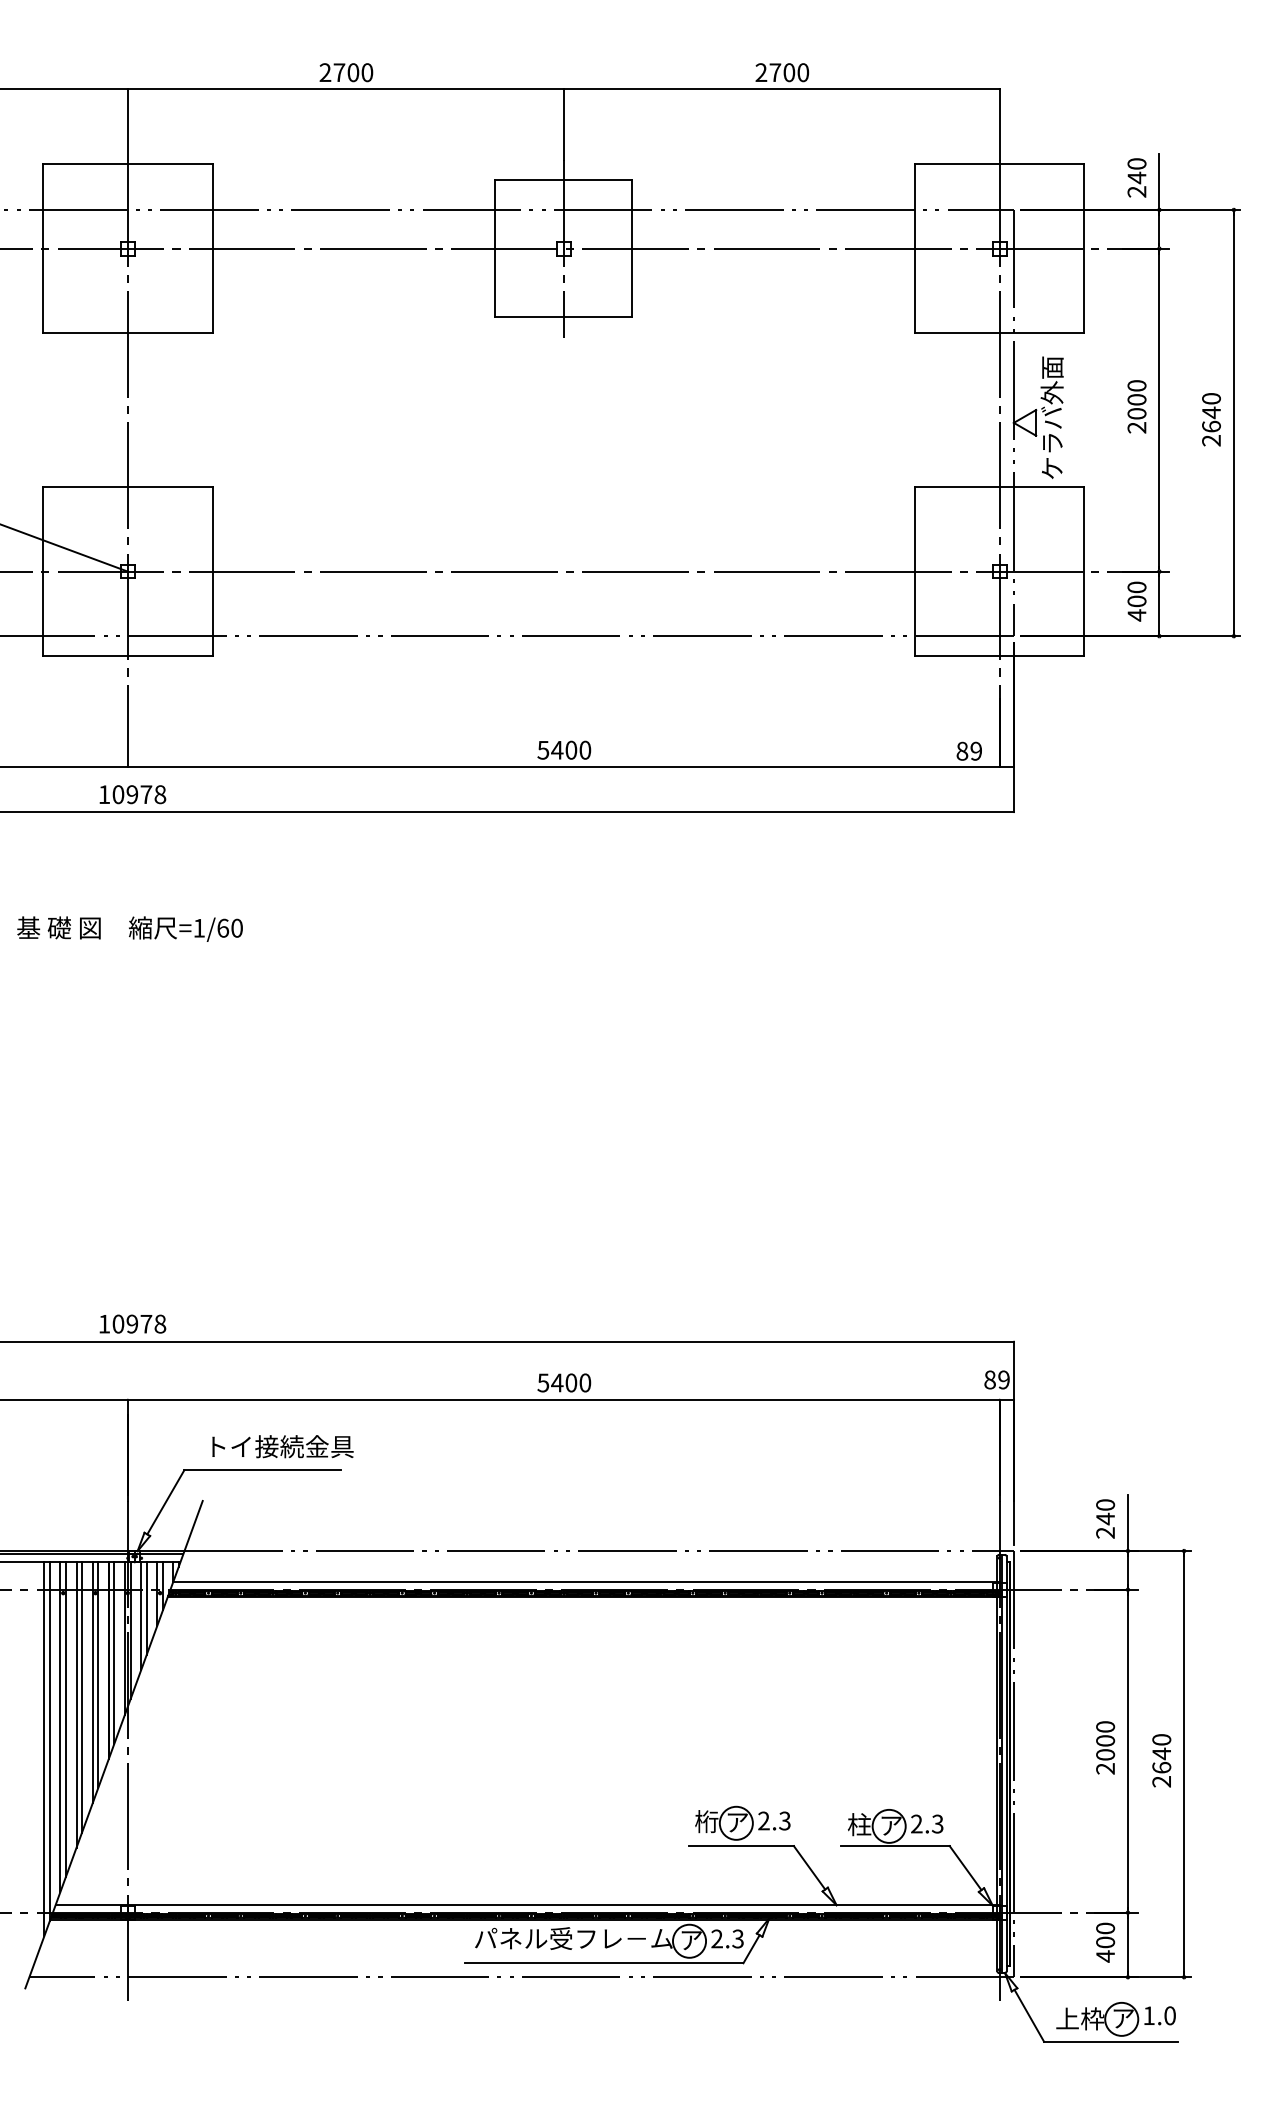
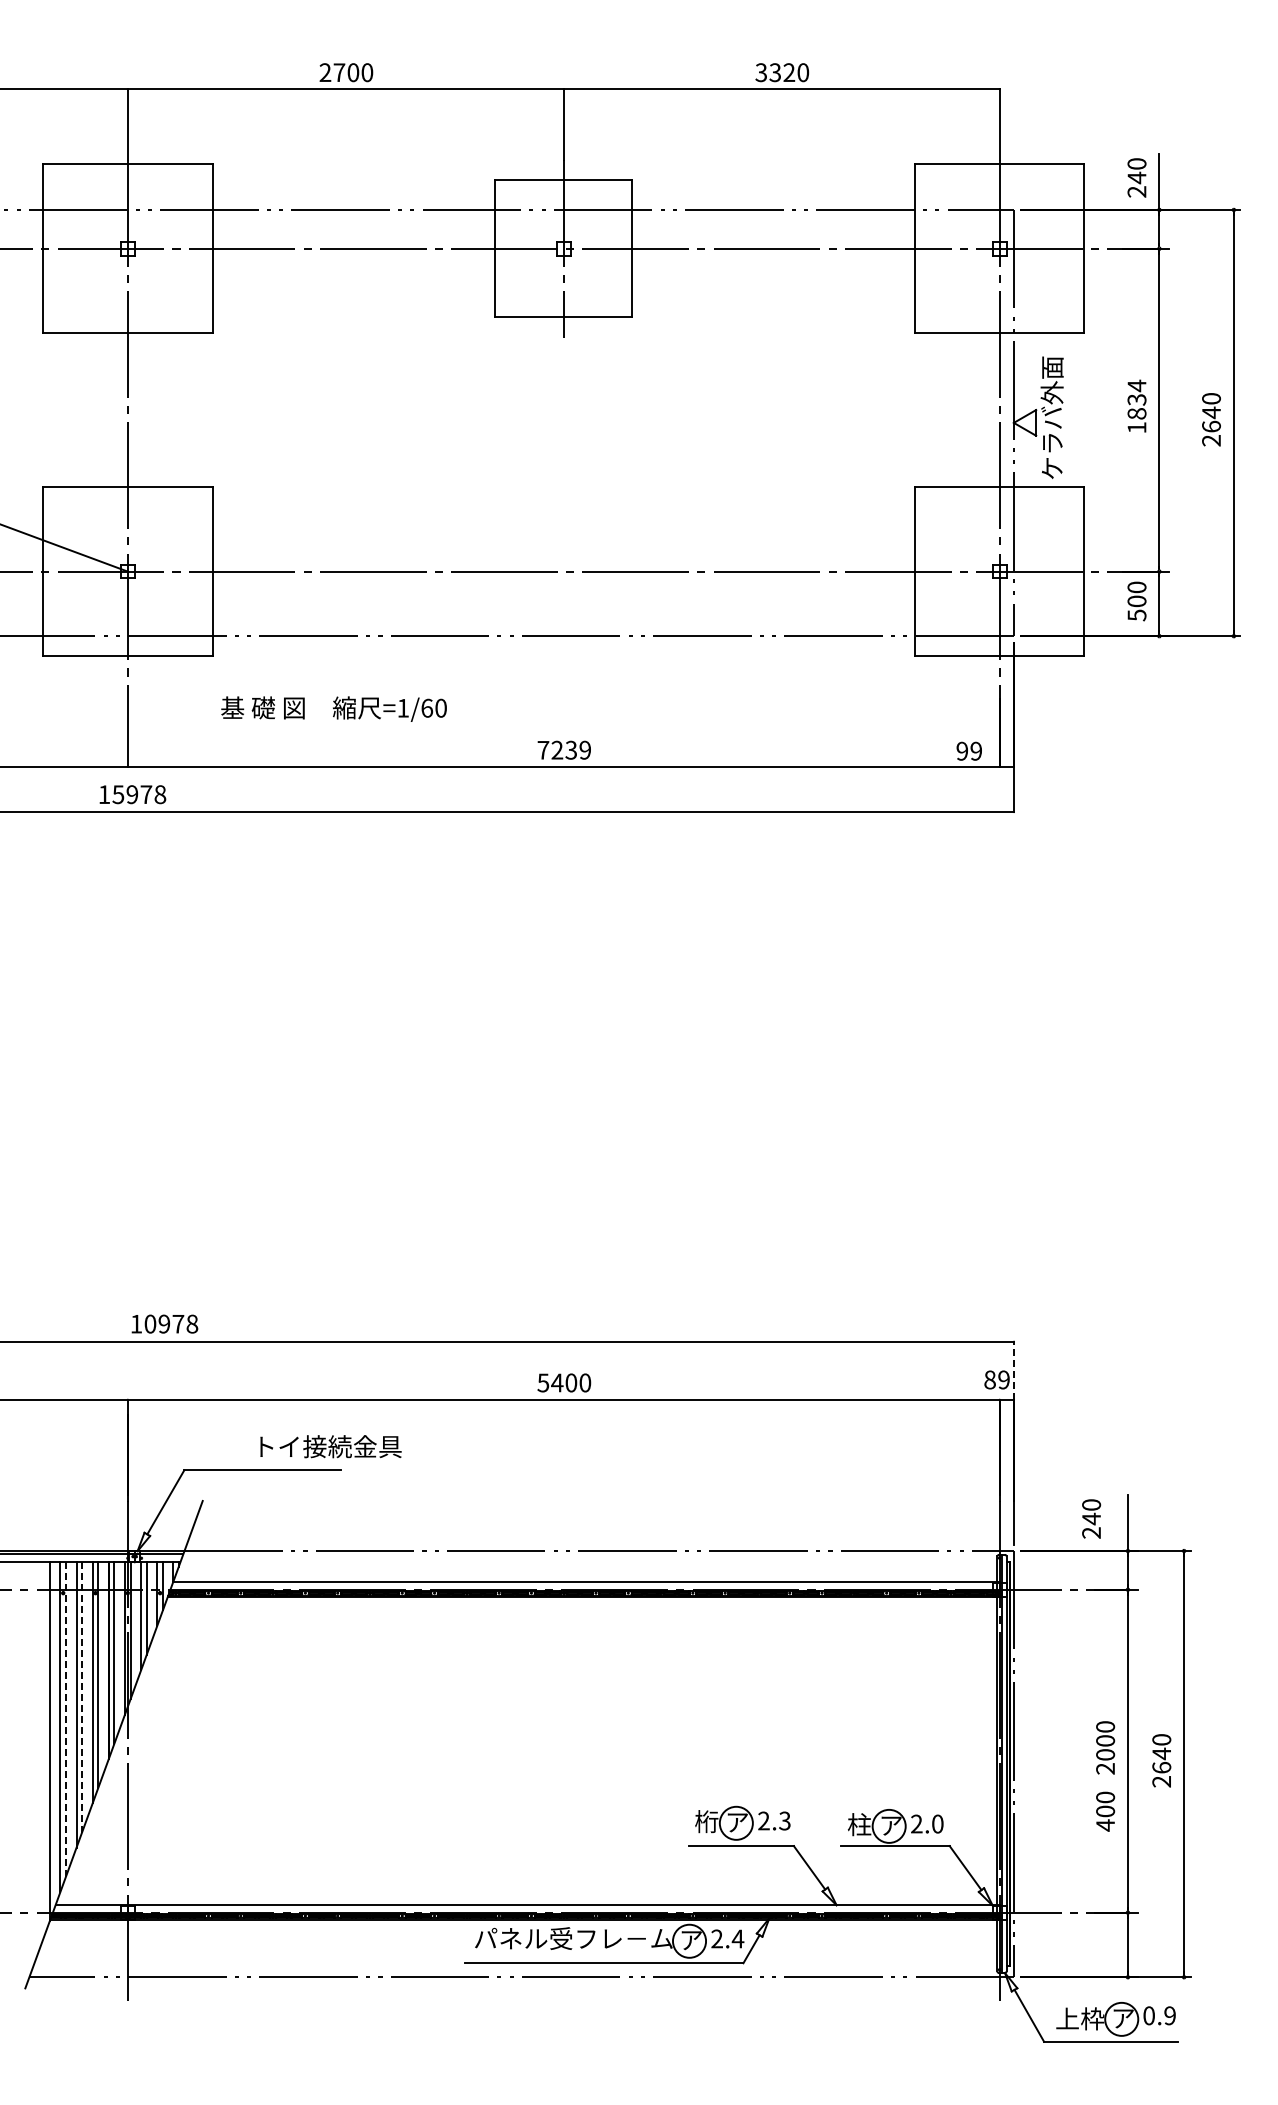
text at (775, 72): 2700 -> 3320
text at (1136, 406): 2000 -> 1834
text at (1136, 615): 400 -> 500
text at (564, 749): 5400 -> 7239
text at (962, 750): 89 -> 99
text at (118, 794): 10978 -> 15978
text at (129, 928) position: (129, 928) -> (333, 708)
text at (132, 1323) position: (132, 1323) -> (164, 1323)
line at (1014, 1370): solid -> dashed
text at (282, 1446) position: (282, 1446) -> (330, 1446)
text at (1105, 1518) position: (1105, 1518) -> (1091, 1518)
line at (82, 1697): solid -> dashed
line at (66, 1718): solid -> dashed
line at (44, 1749): present -> none
text at (937, 1823): 2.3 -> 2.0
text at (737, 1938): 2.3 -> 2.4
text at (1105, 1942) position: (1105, 1942) -> (1105, 1811)
text at (1159, 2015): 1.0 -> 0.9
